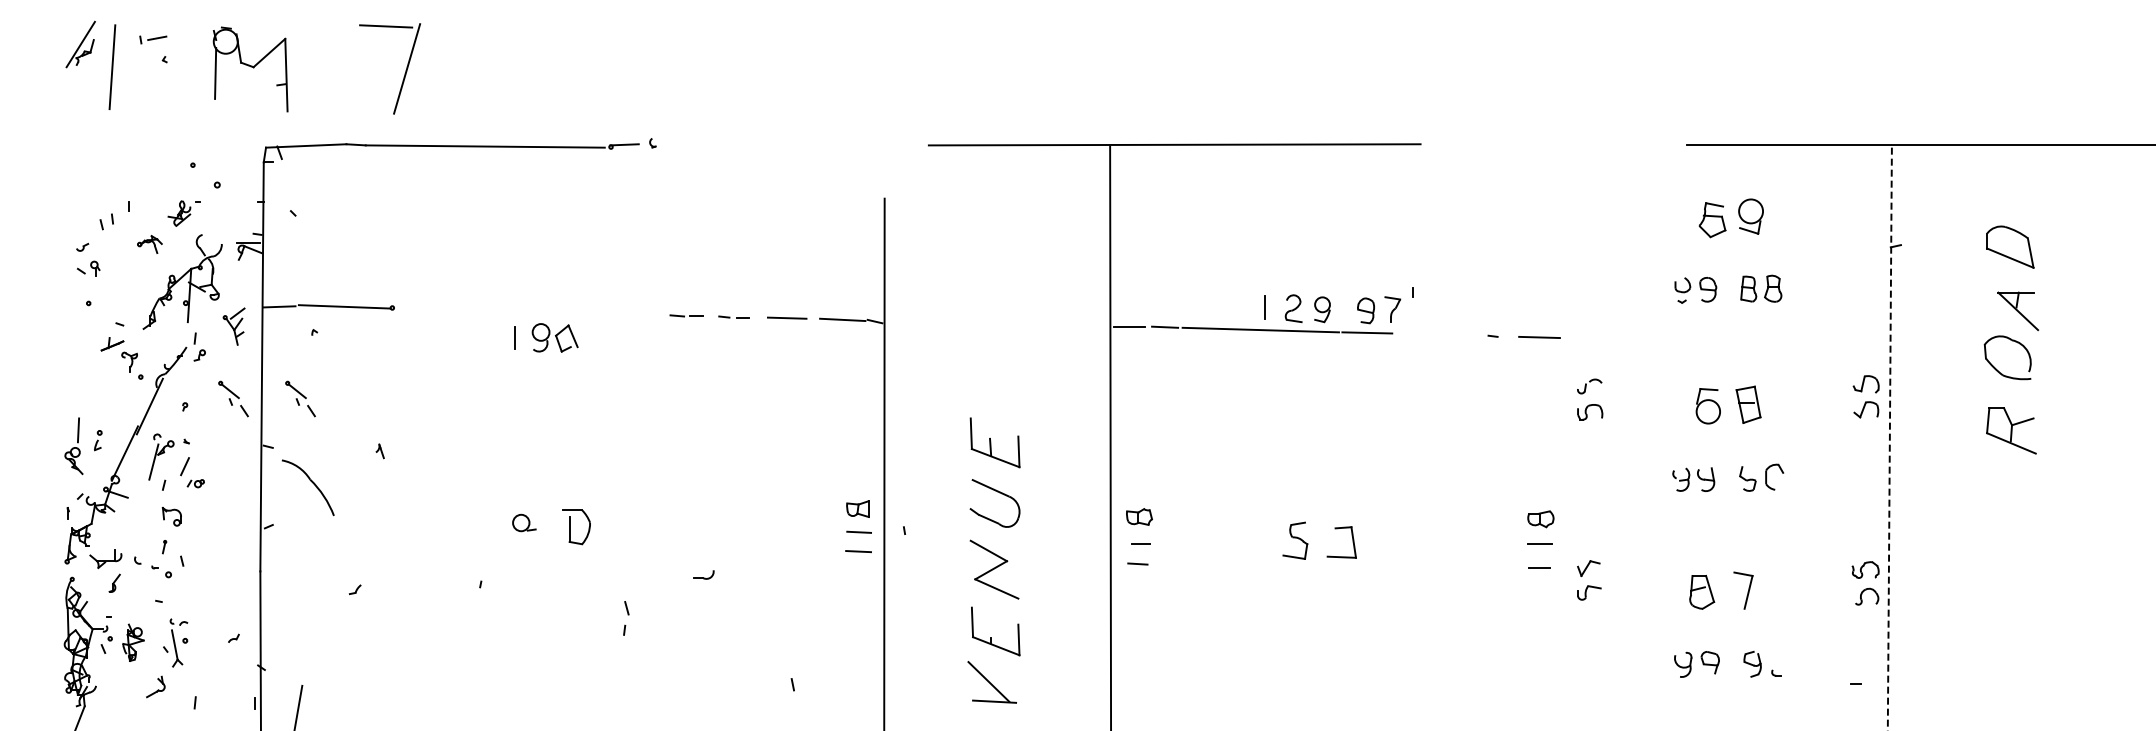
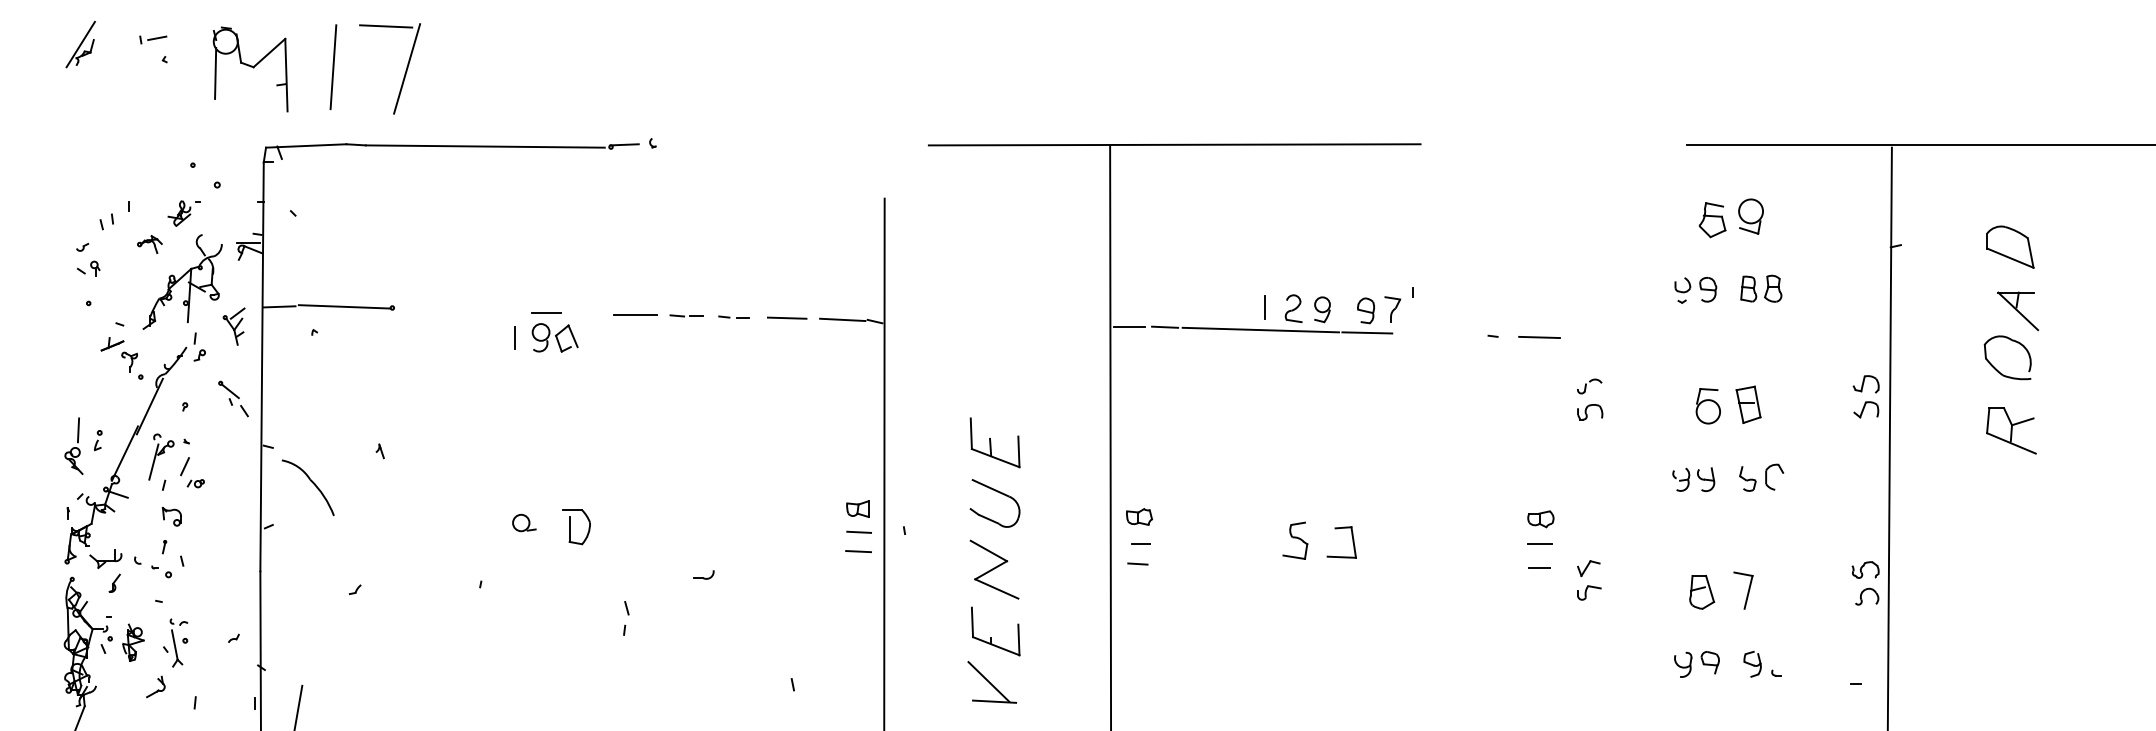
line at (112, 66) position: (112, 66) -> (333, 66)
line at (546, 313): none -> present
line at (634, 315): none -> present
part at (300, 398): present -> none
line at (1889, 439): dashed -> solid
